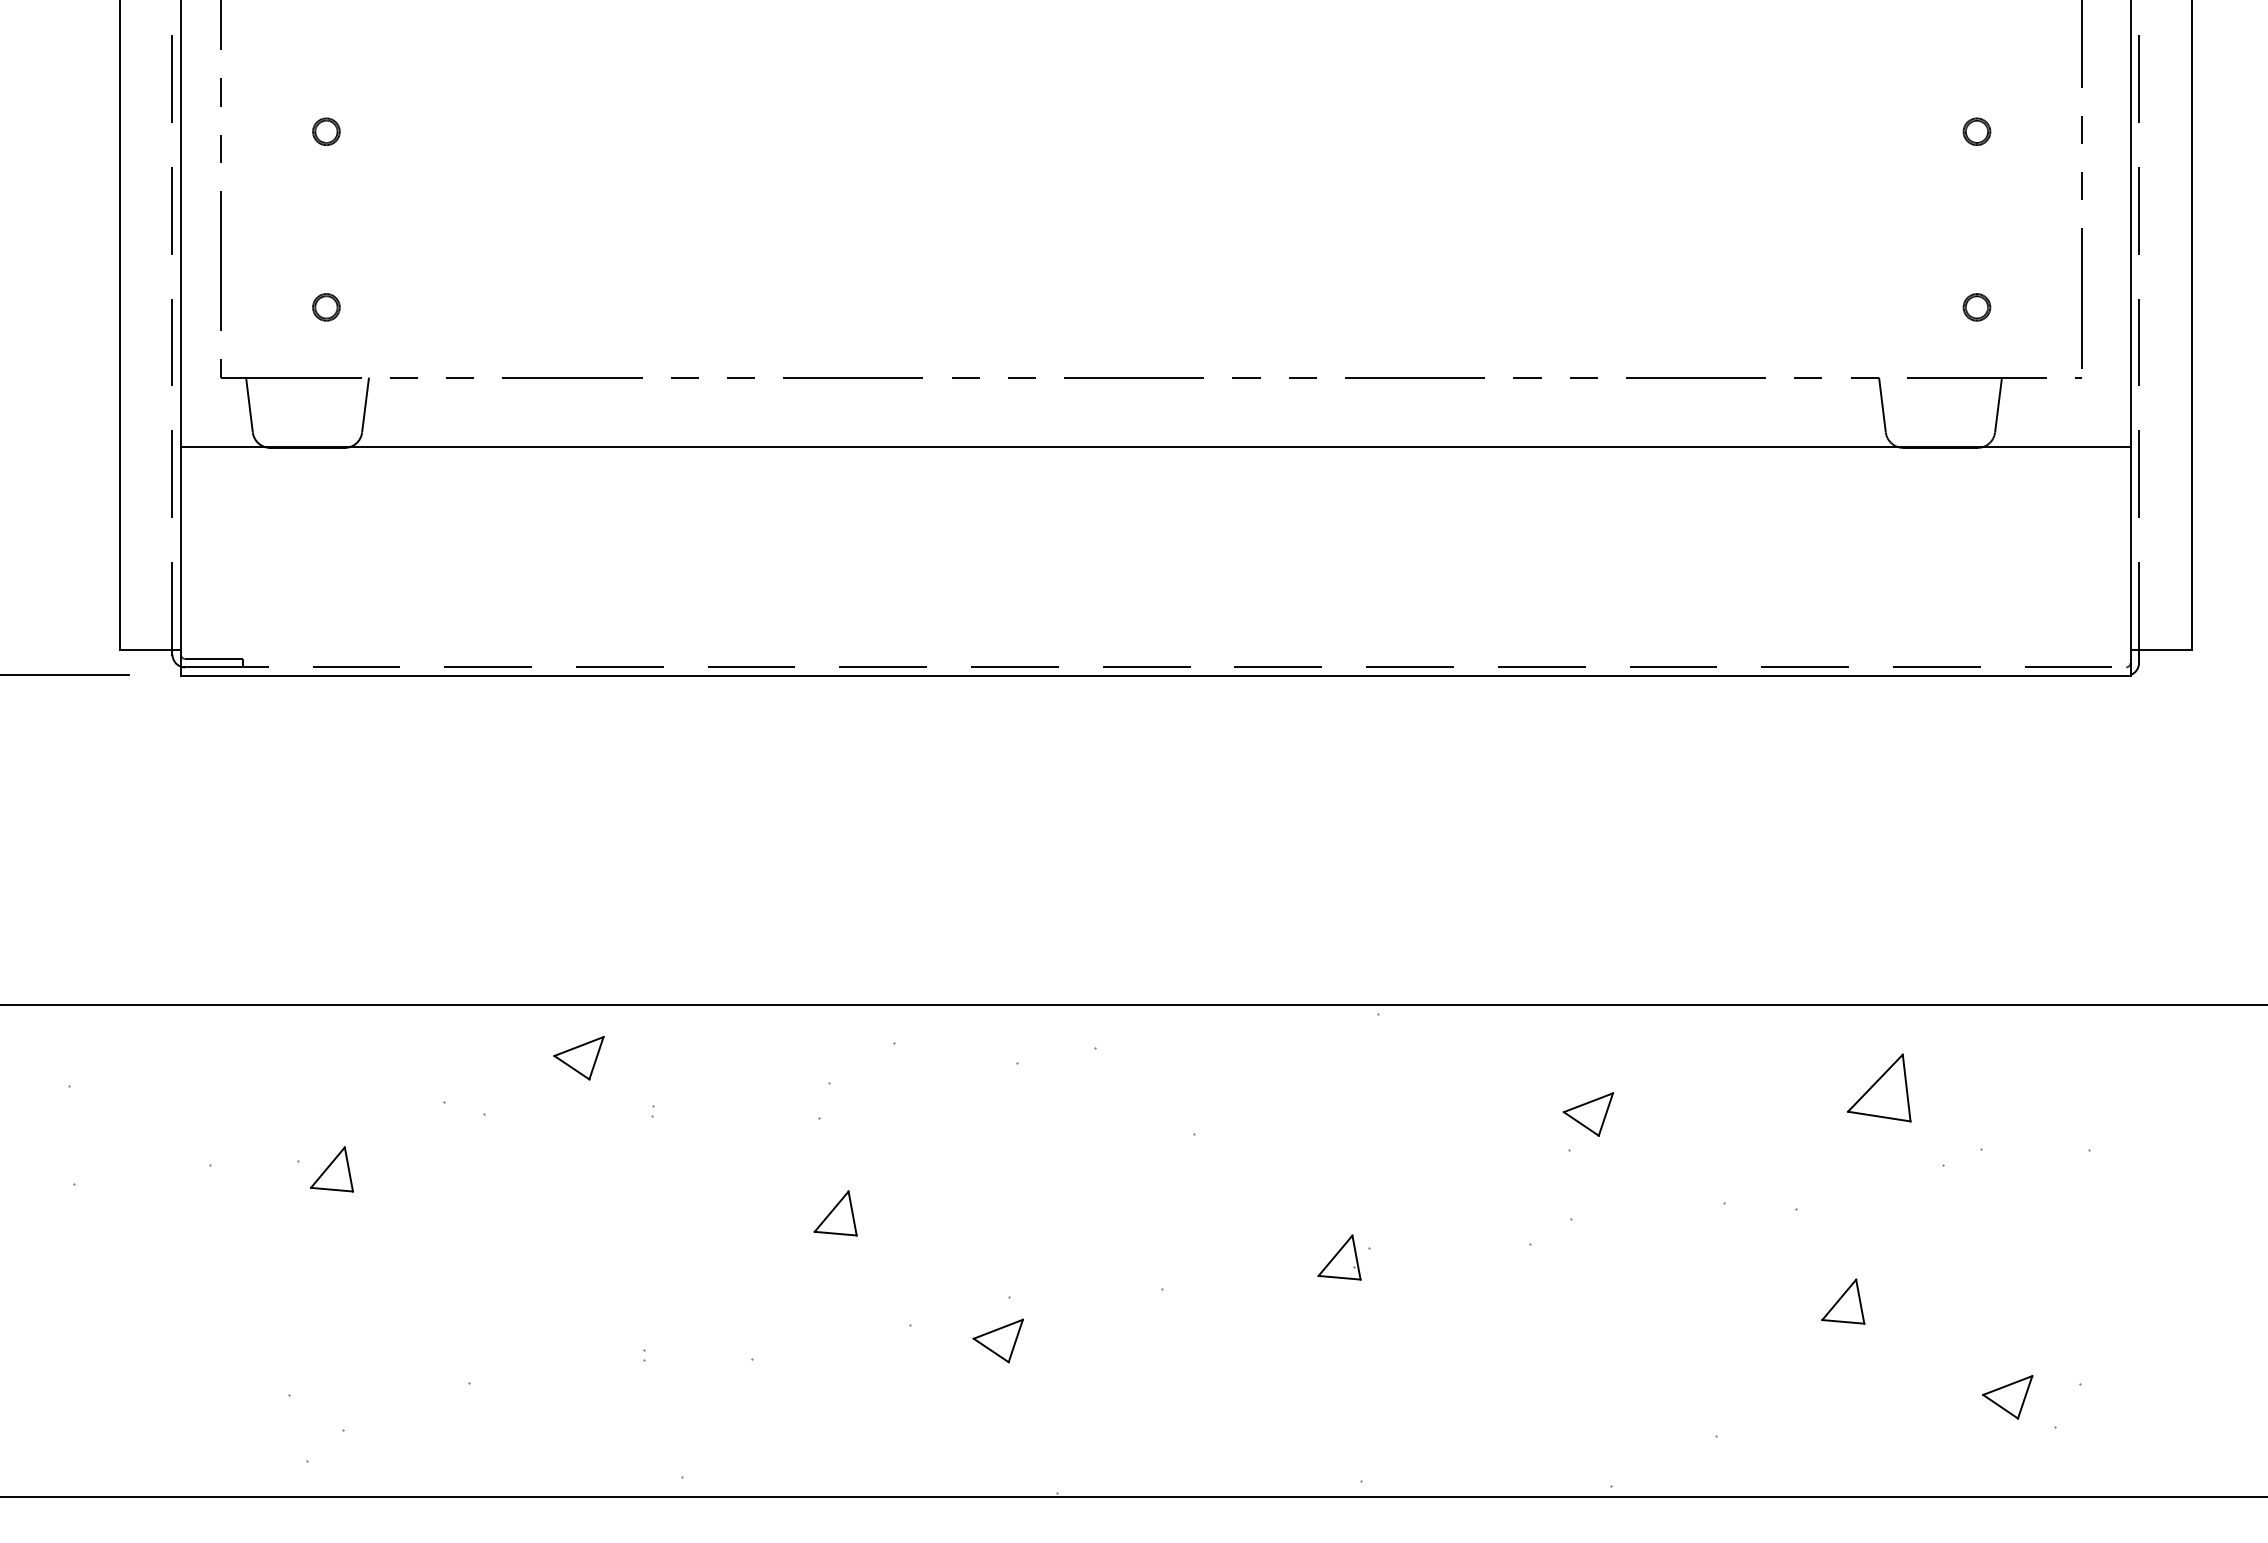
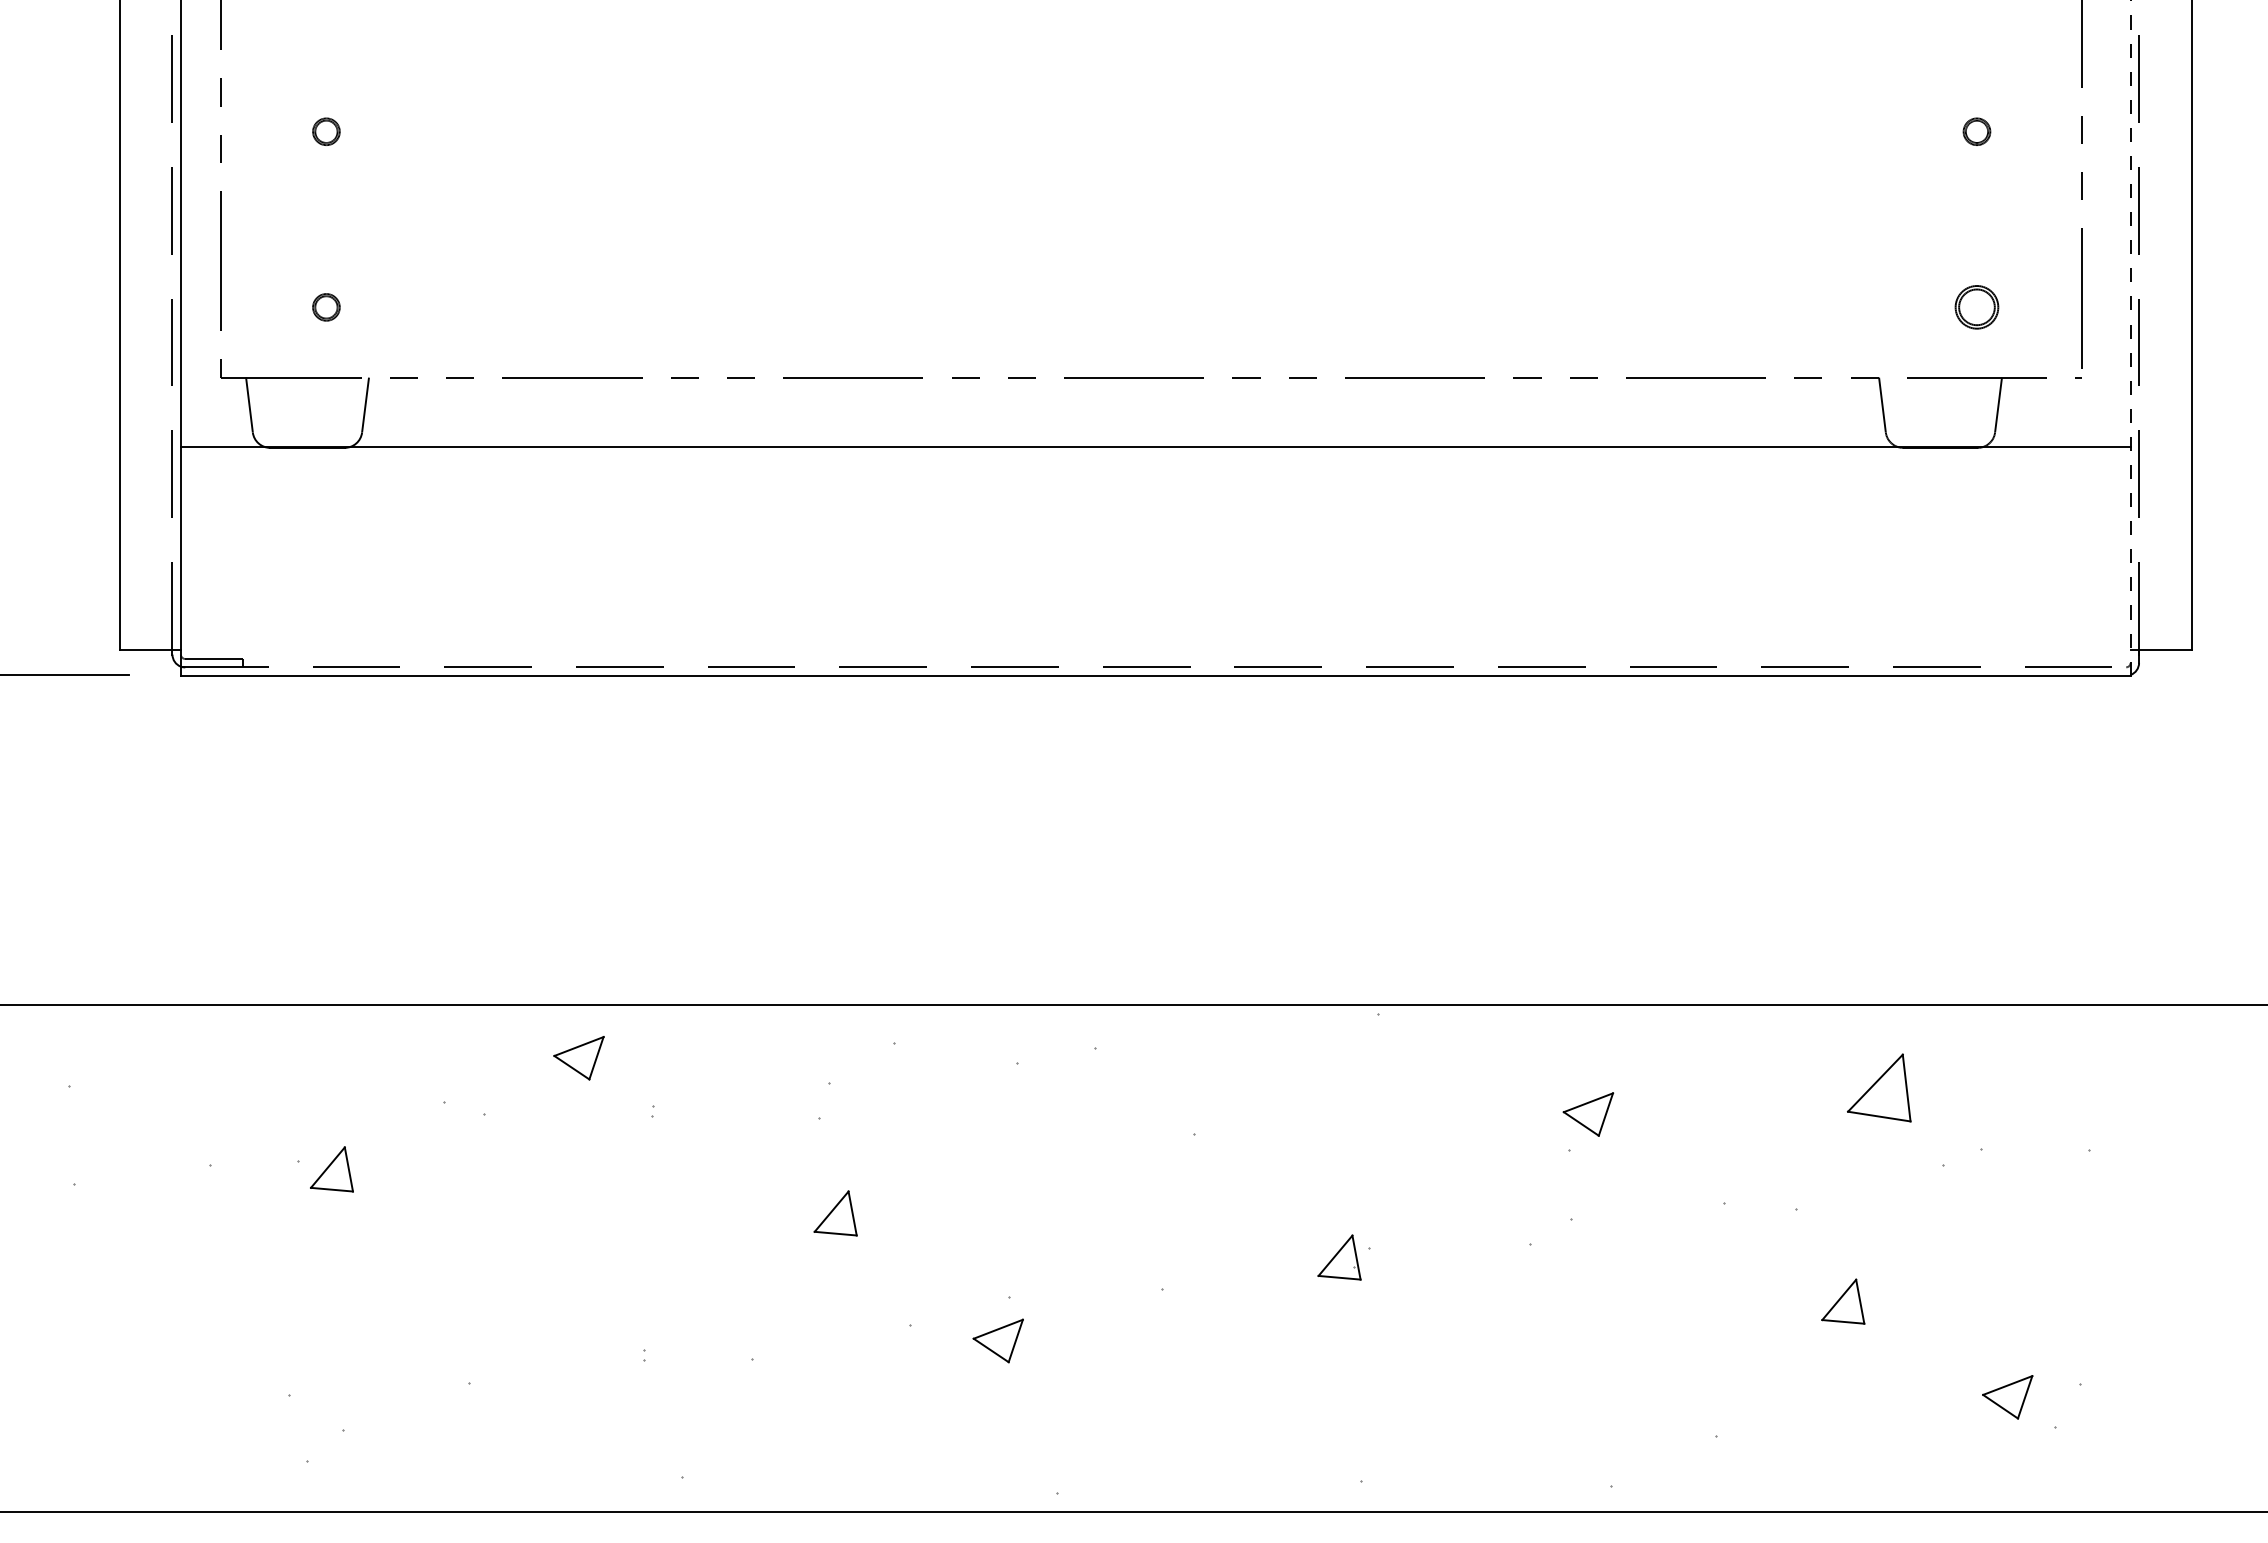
part at (1976, 307) size: 30x29 px -> 46x45 px
line at (2130, 337): solid -> dashed
line at (1133, 1496) position: (1133, 1496) -> (1133, 1511)
